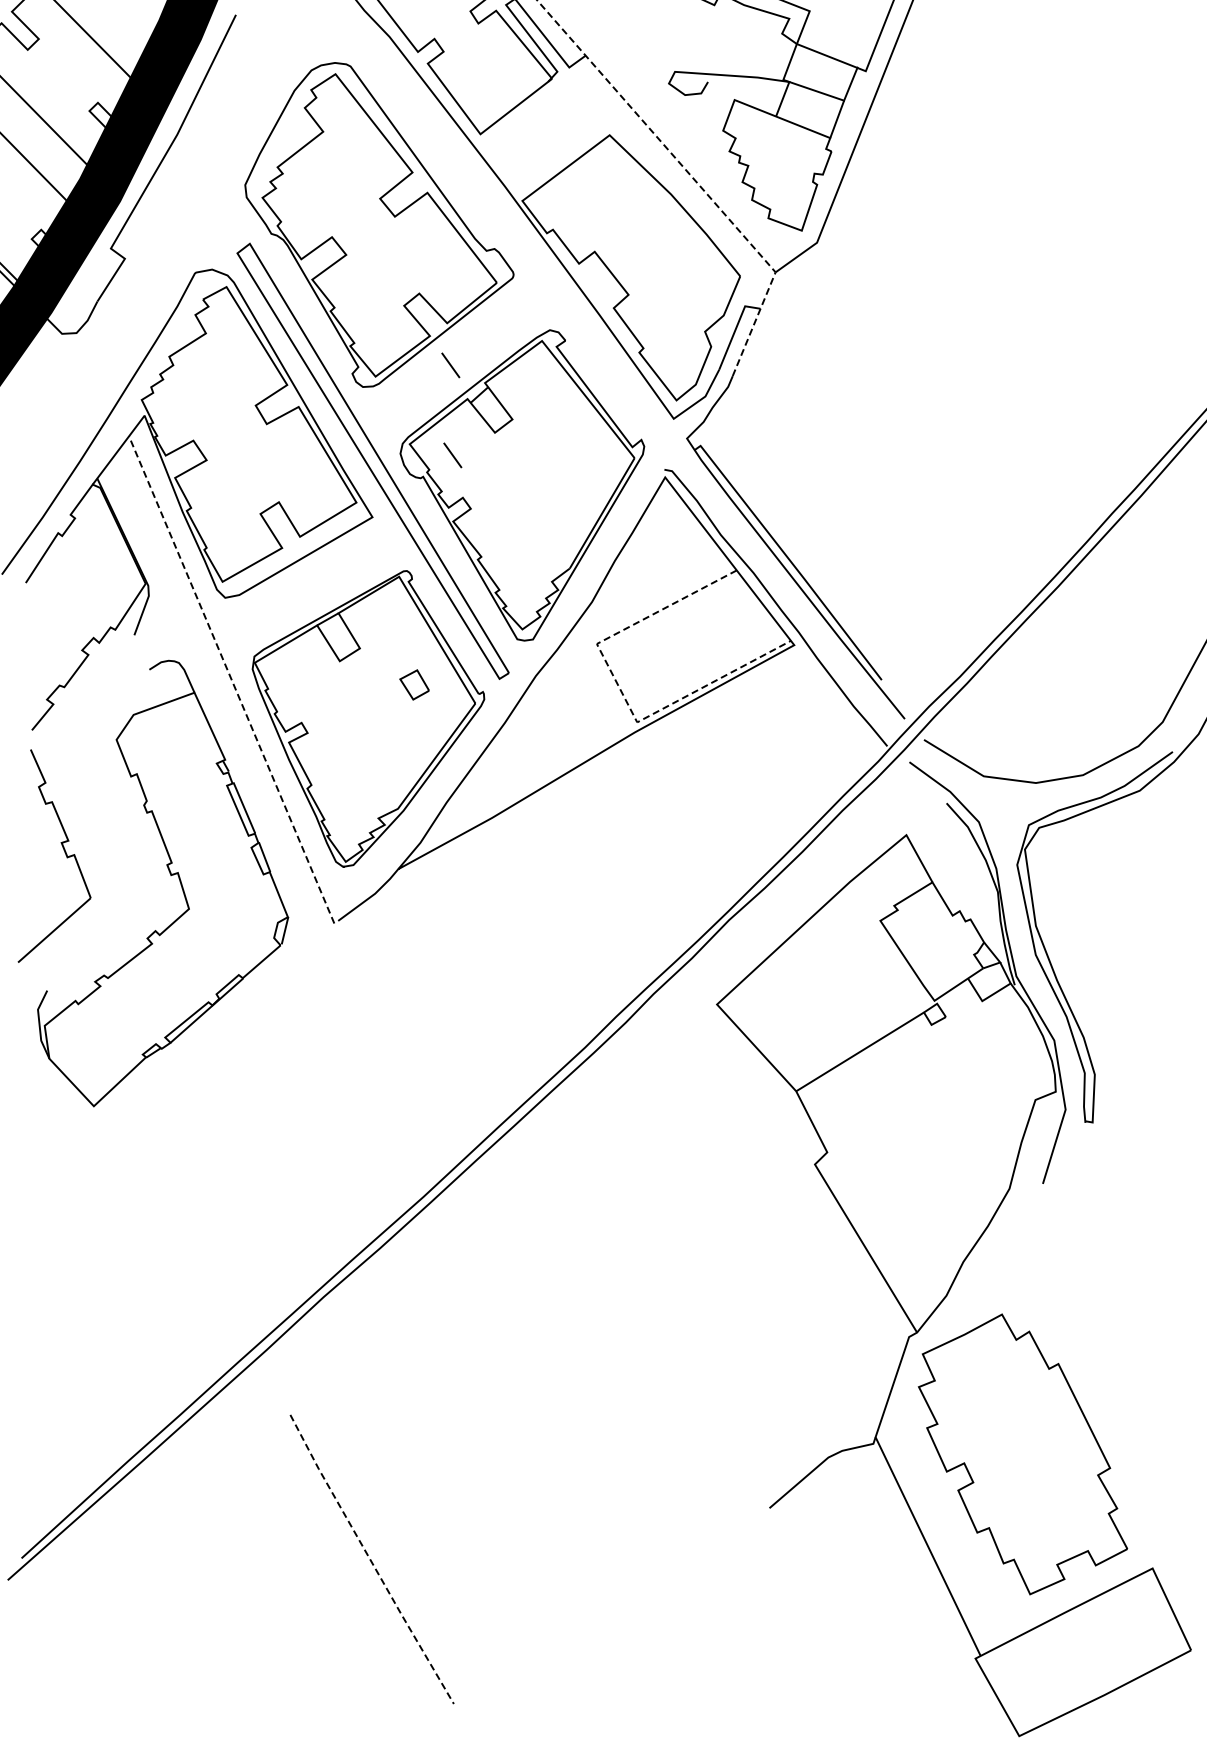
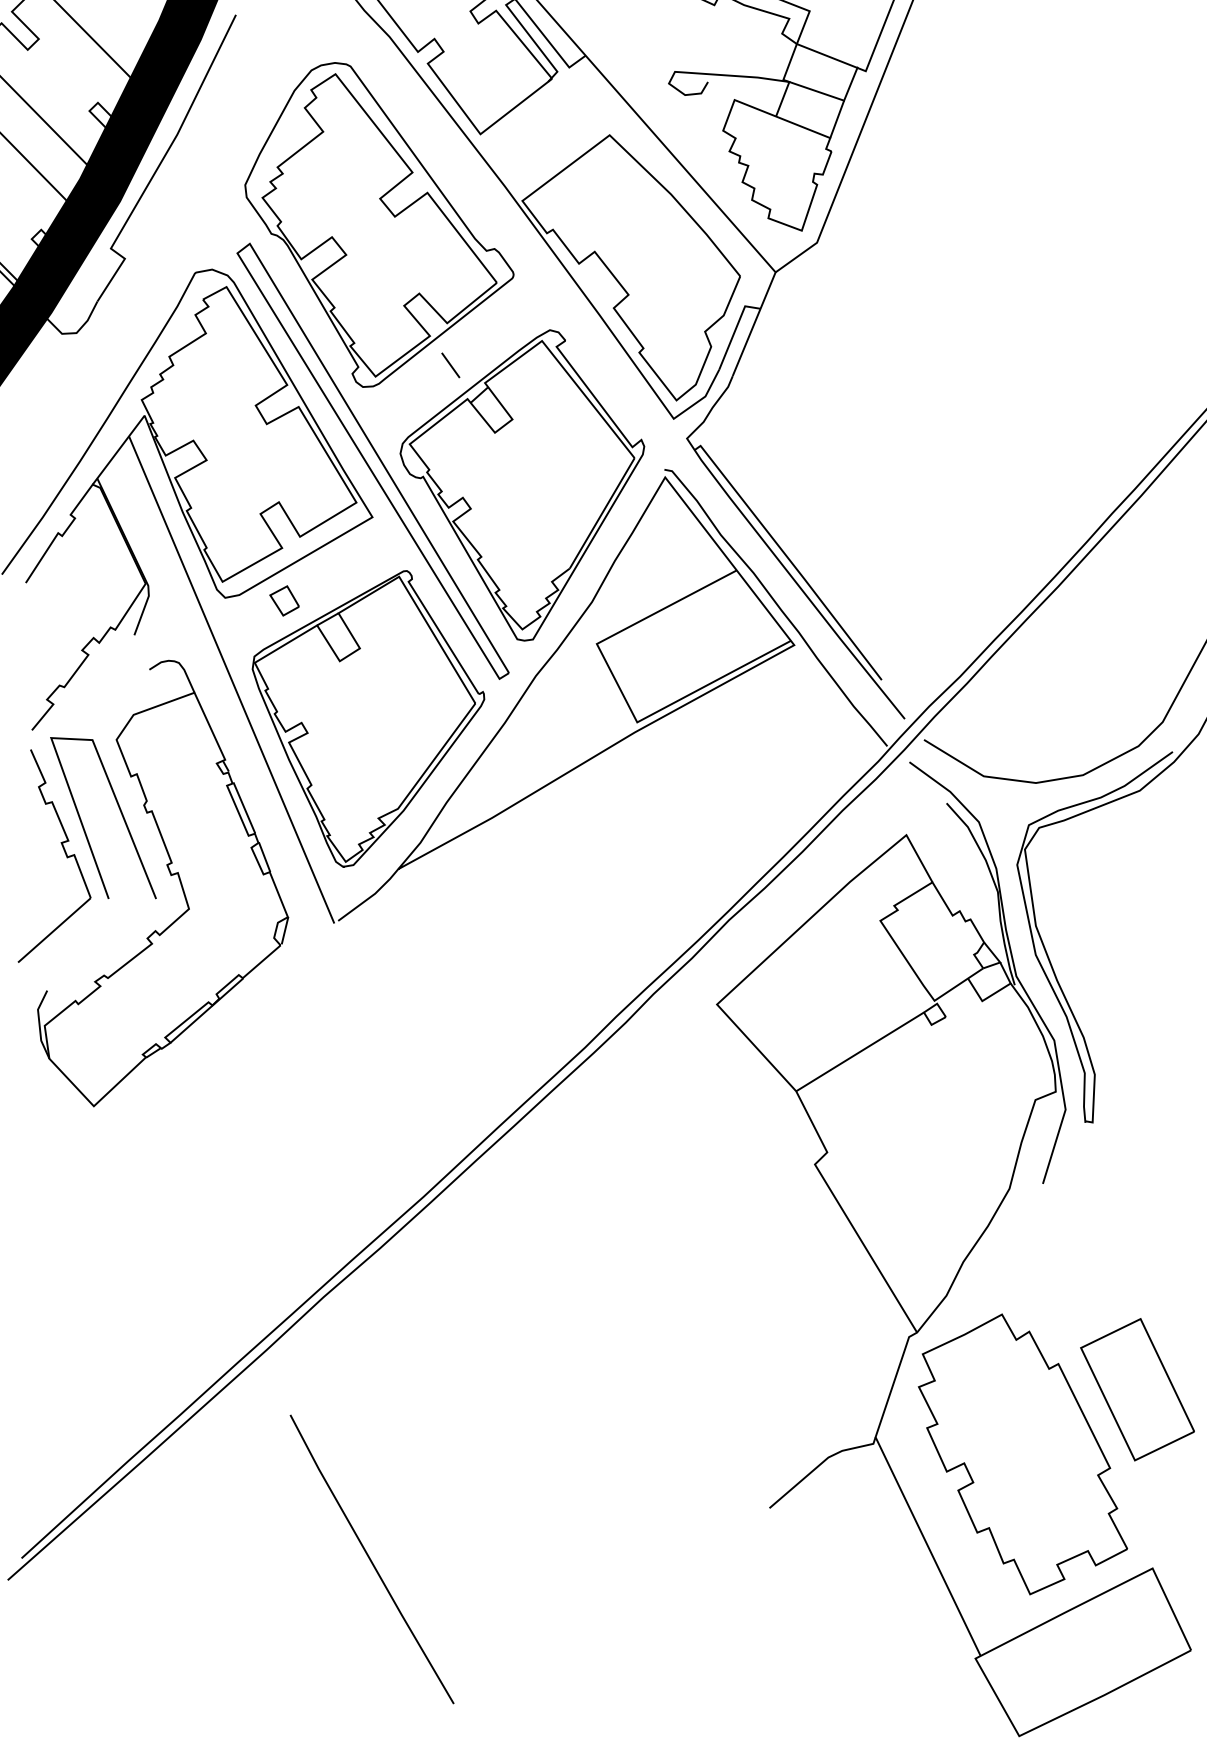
line at (693, 179): dashed -> solid
line at (452, 455): present -> none
line at (231, 678): dashed -> solid
part at (414, 684) position: (414, 684) -> (284, 600)
line at (620, 689): dashed -> solid
line at (119, 810): none -> present
part at (1137, 1389): none -> present
line at (370, 1560): dashed -> solid
